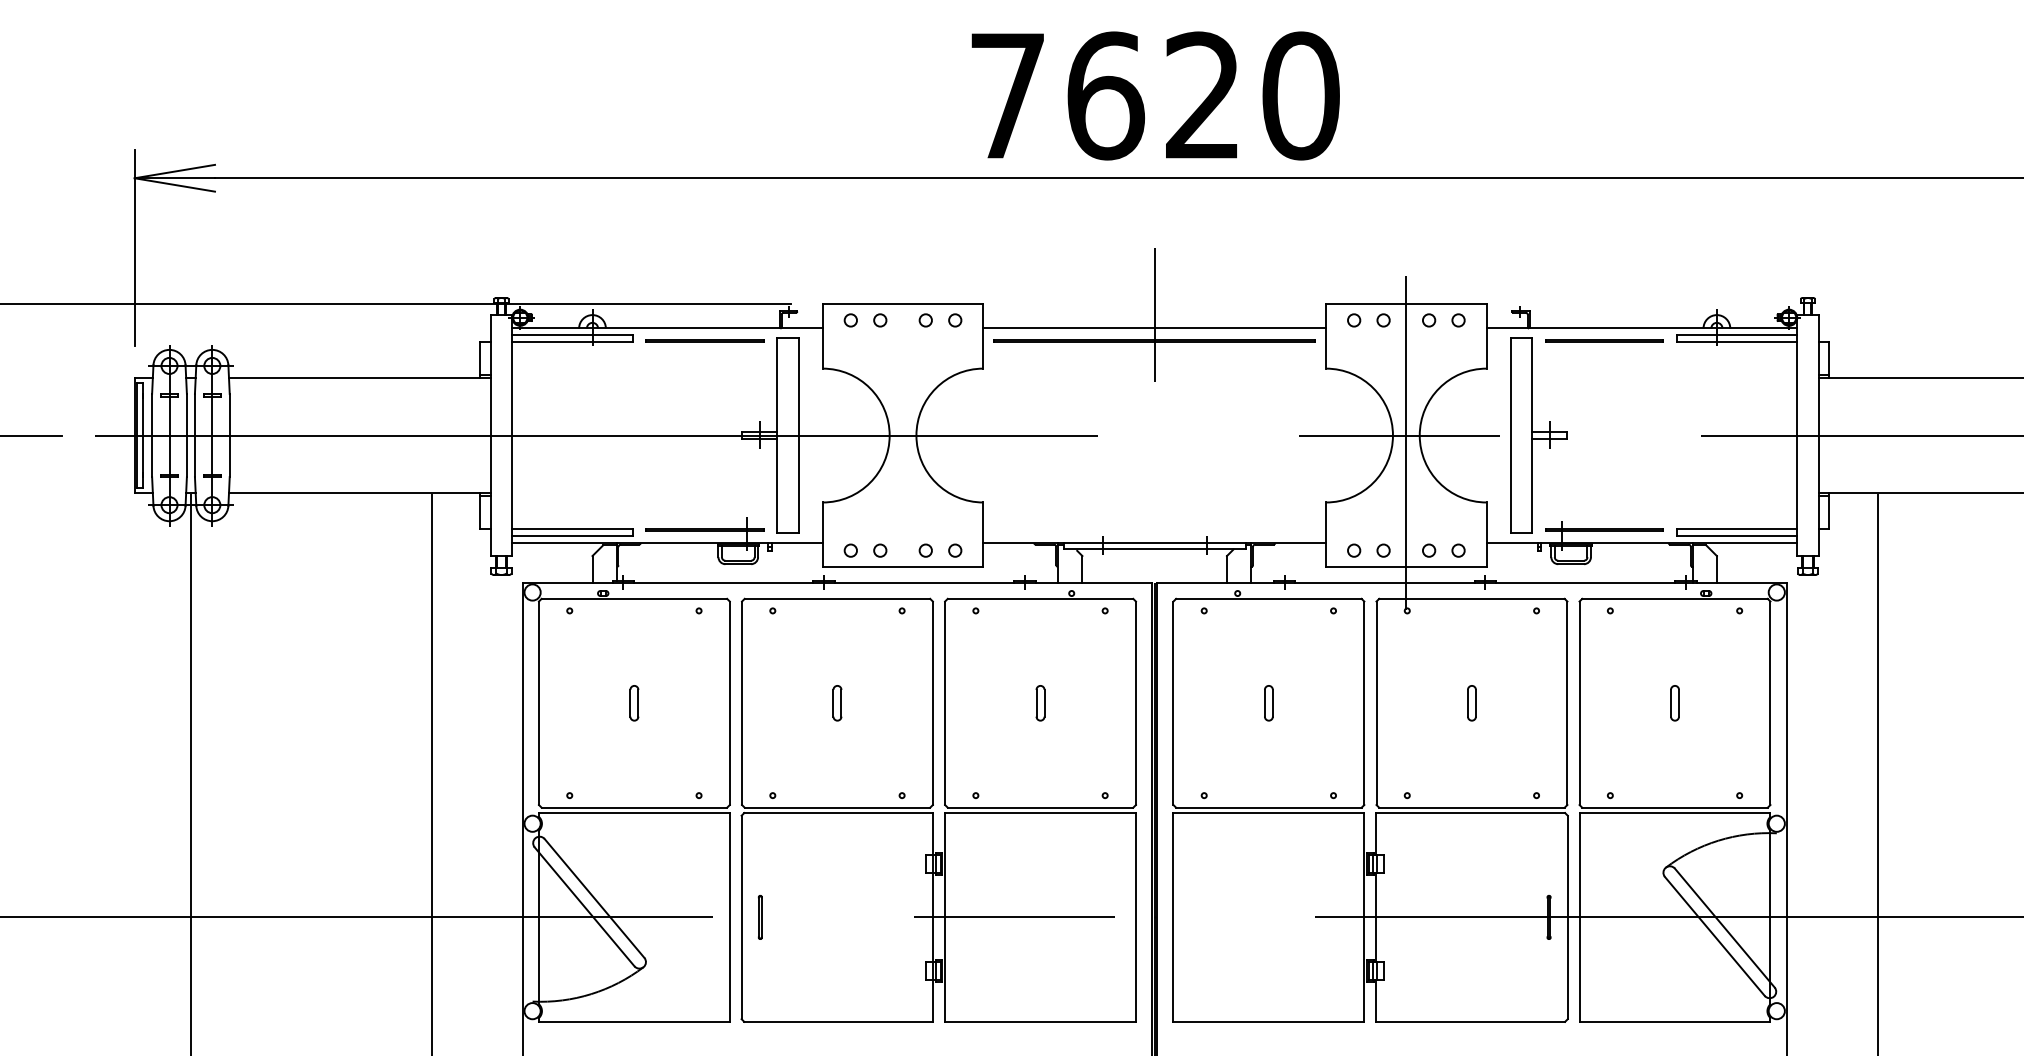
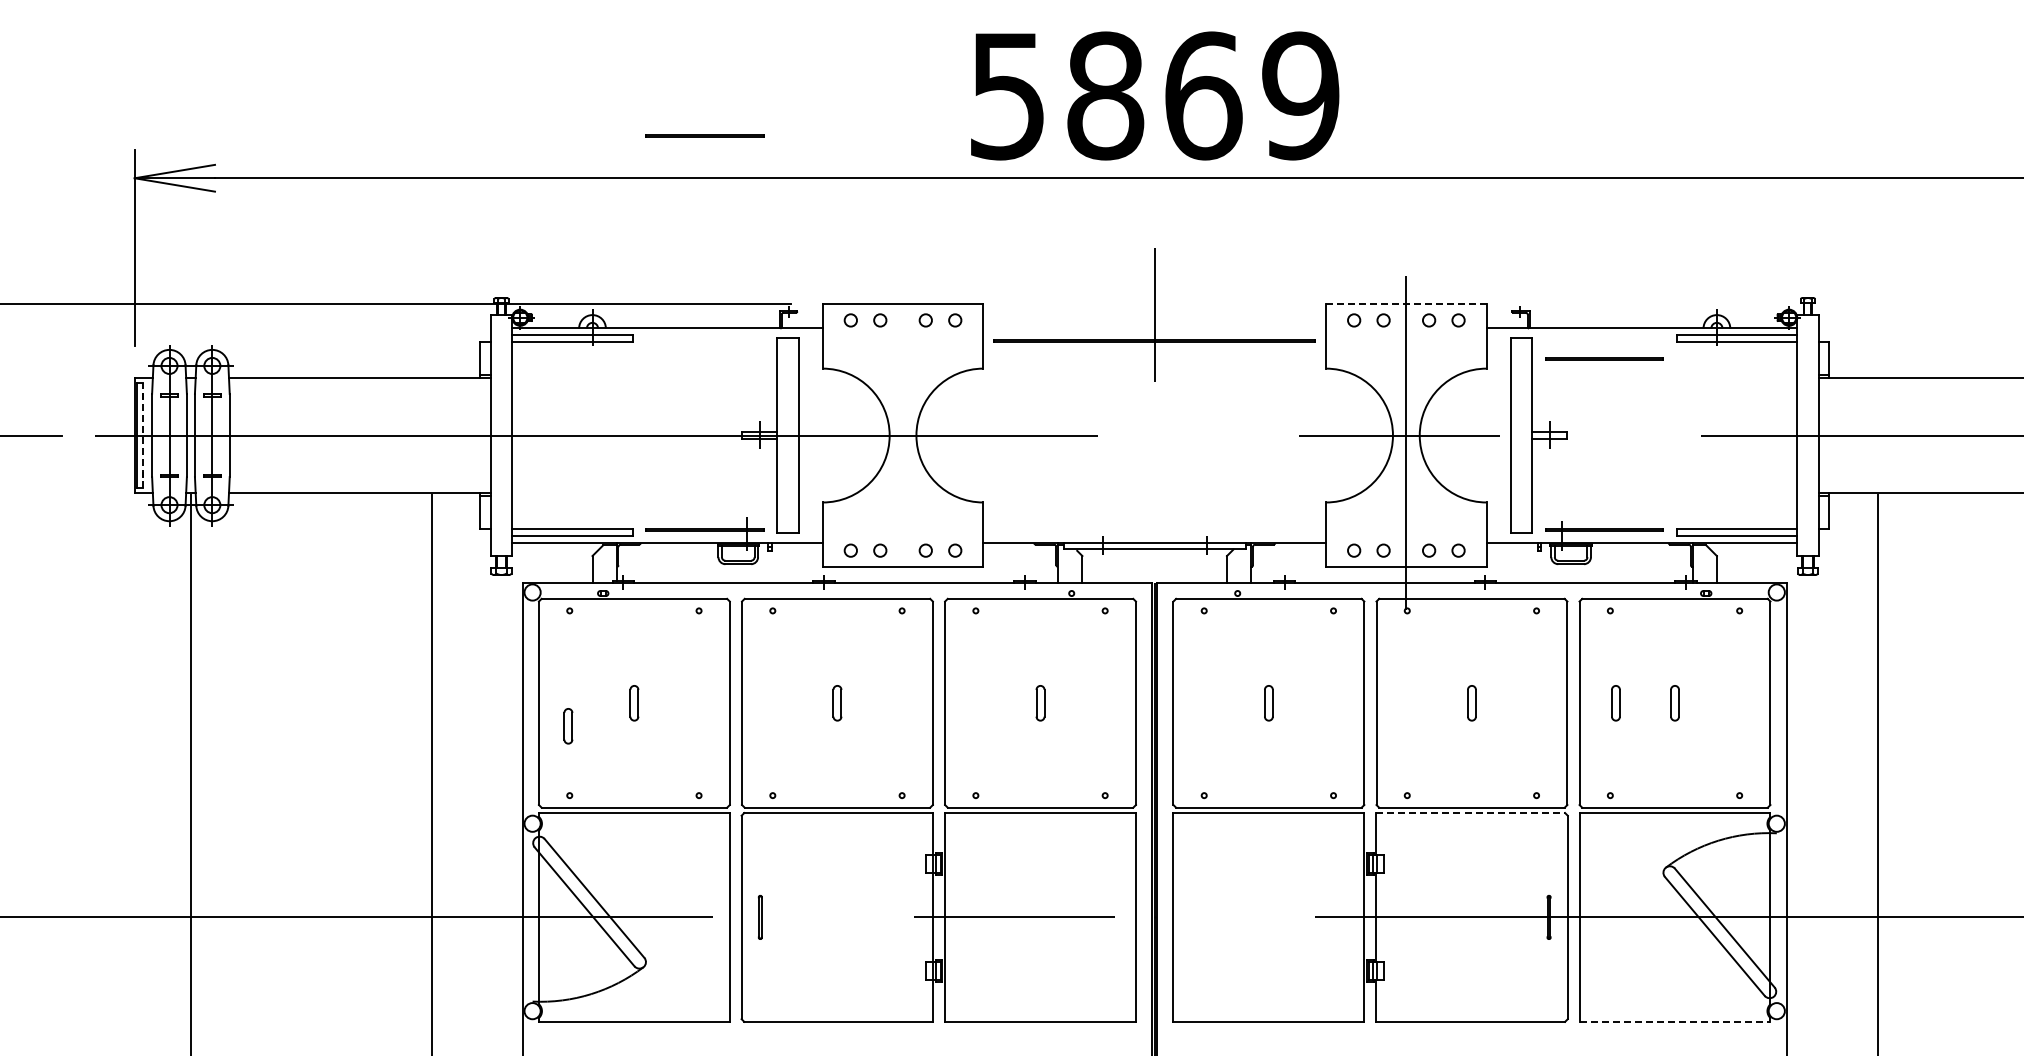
text at (1155, 95): 7620 -> 5869
line at (1406, 304): solid -> dashed
line at (1154, 328): present -> none
line at (704, 340) position: (704, 340) -> (704, 135)
line at (1604, 340) position: (1604, 340) -> (1604, 358)
line at (142, 435): solid -> dashed
part at (1615, 703): none -> present
part at (568, 726): none -> present
line at (1471, 813): solid -> dashed
line at (1675, 1021): solid -> dashed
